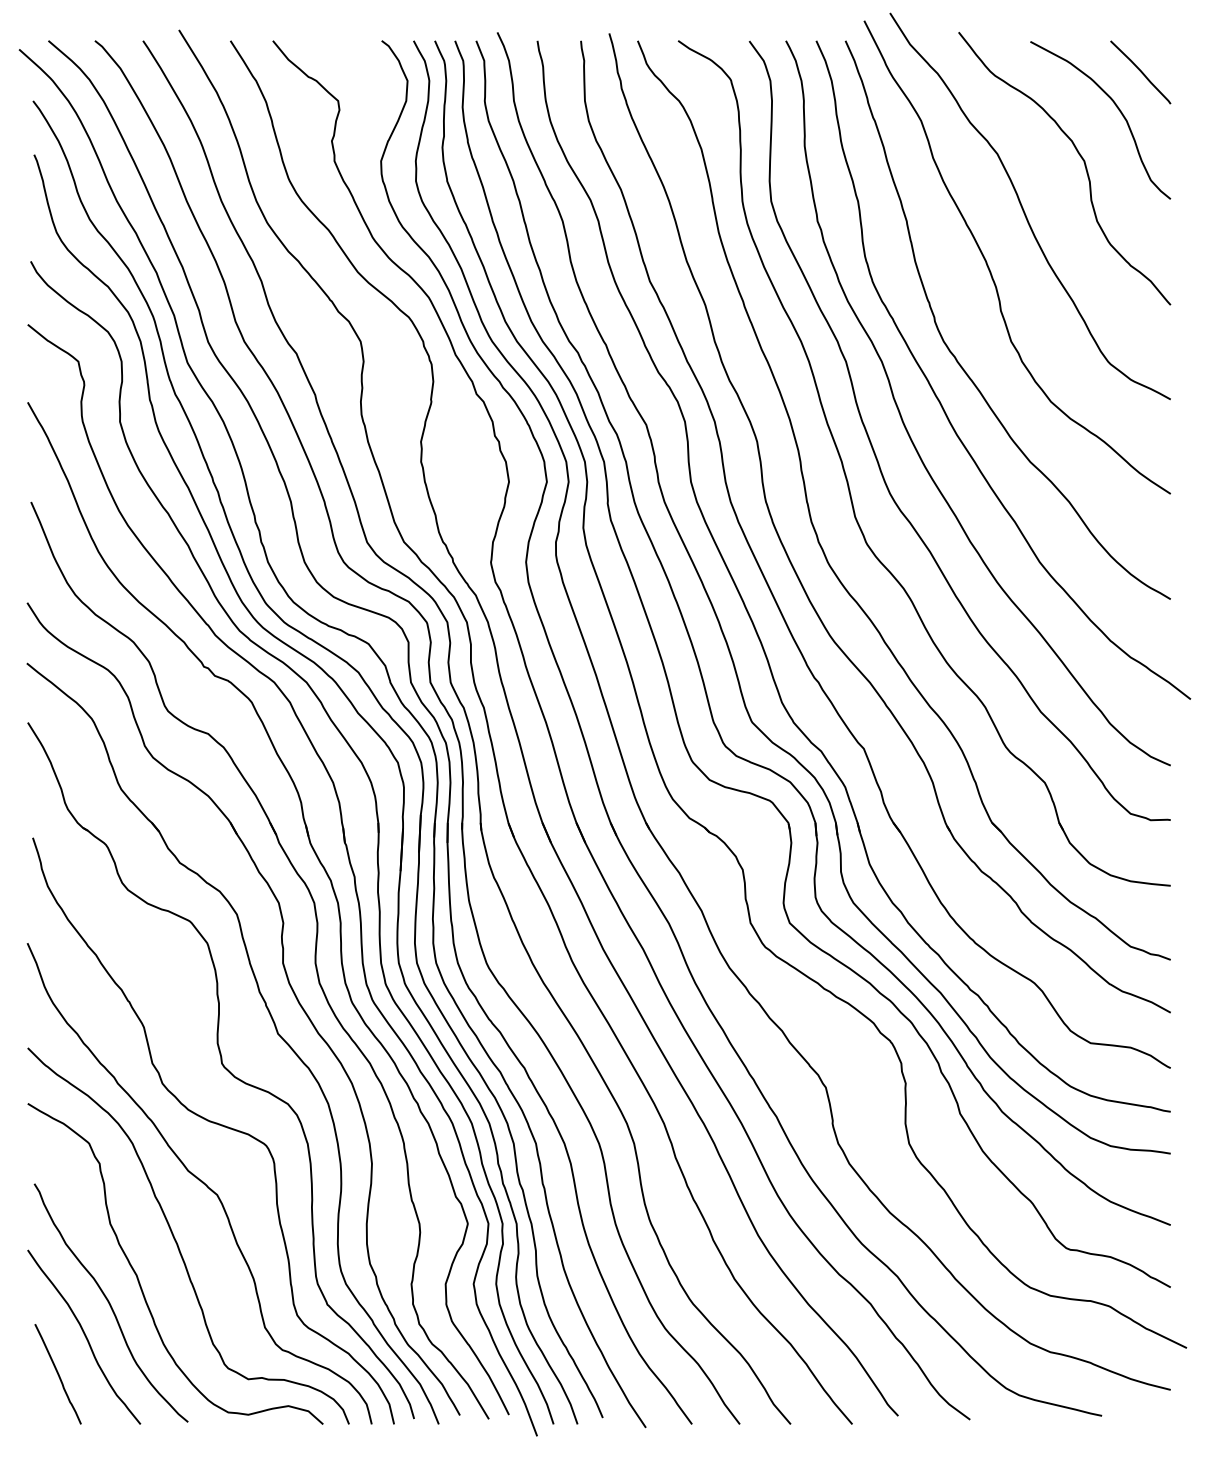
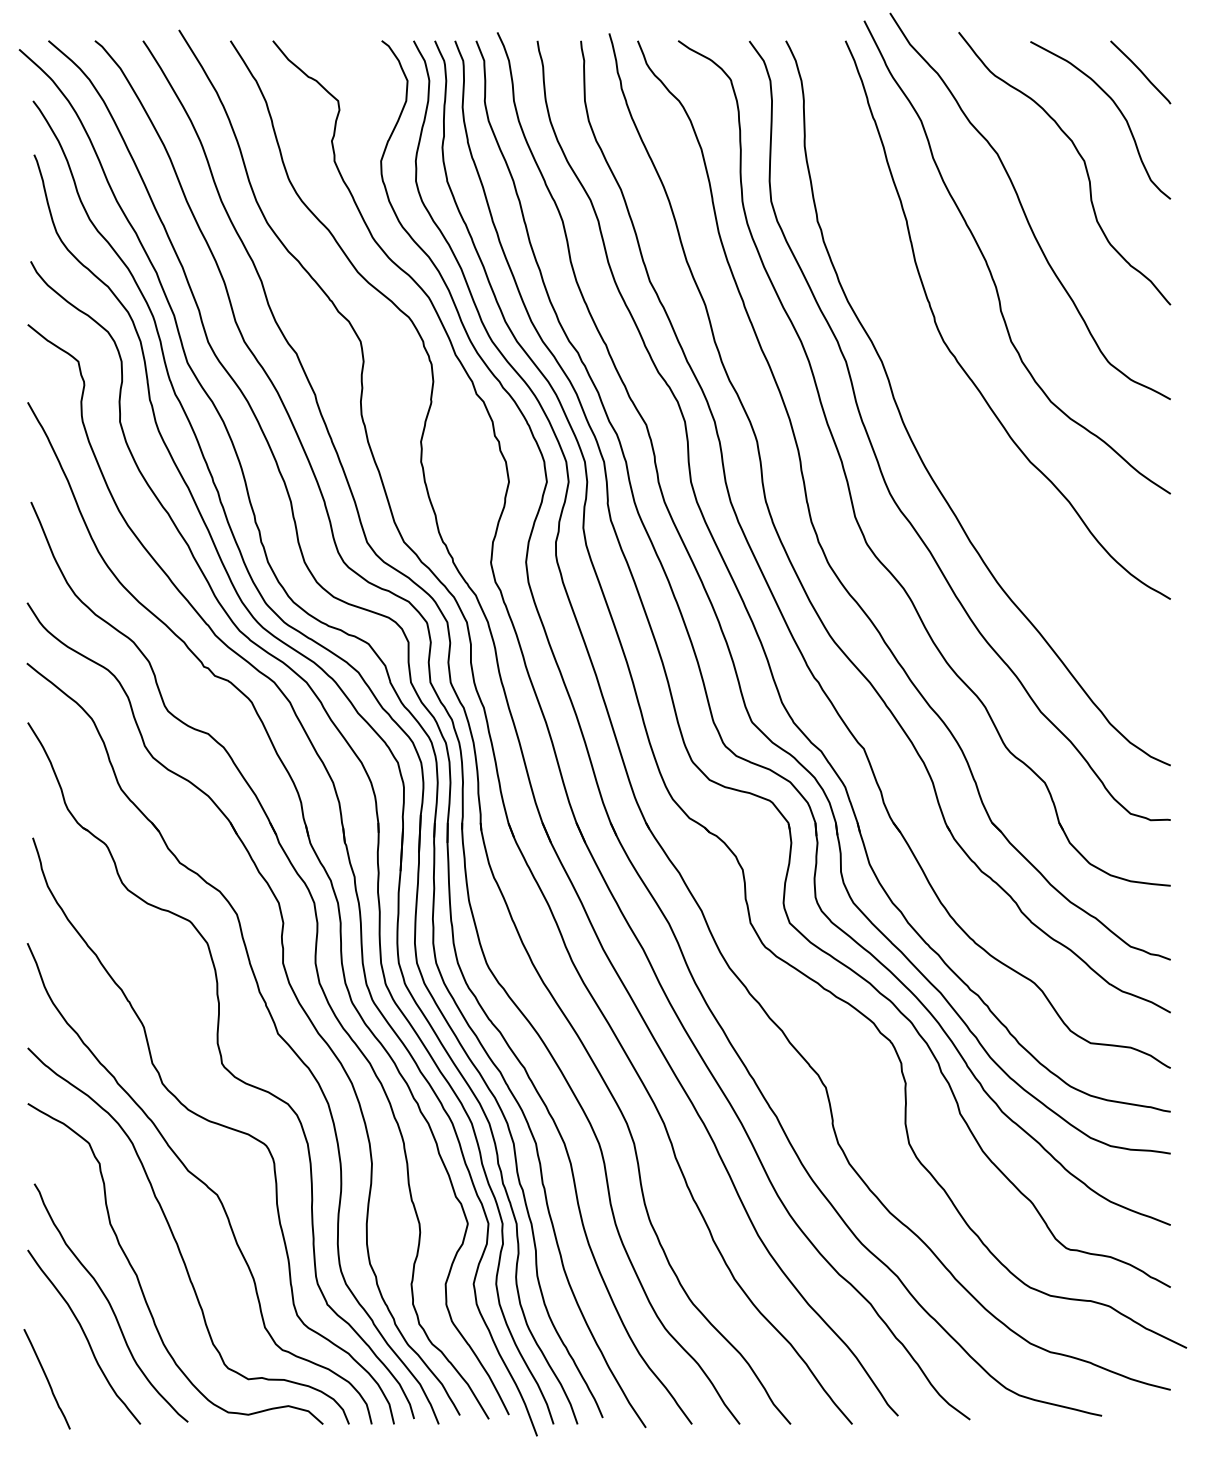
curve at (940, 401): present -> none
curve at (57, 1374) position: (57, 1374) -> (46, 1379)
